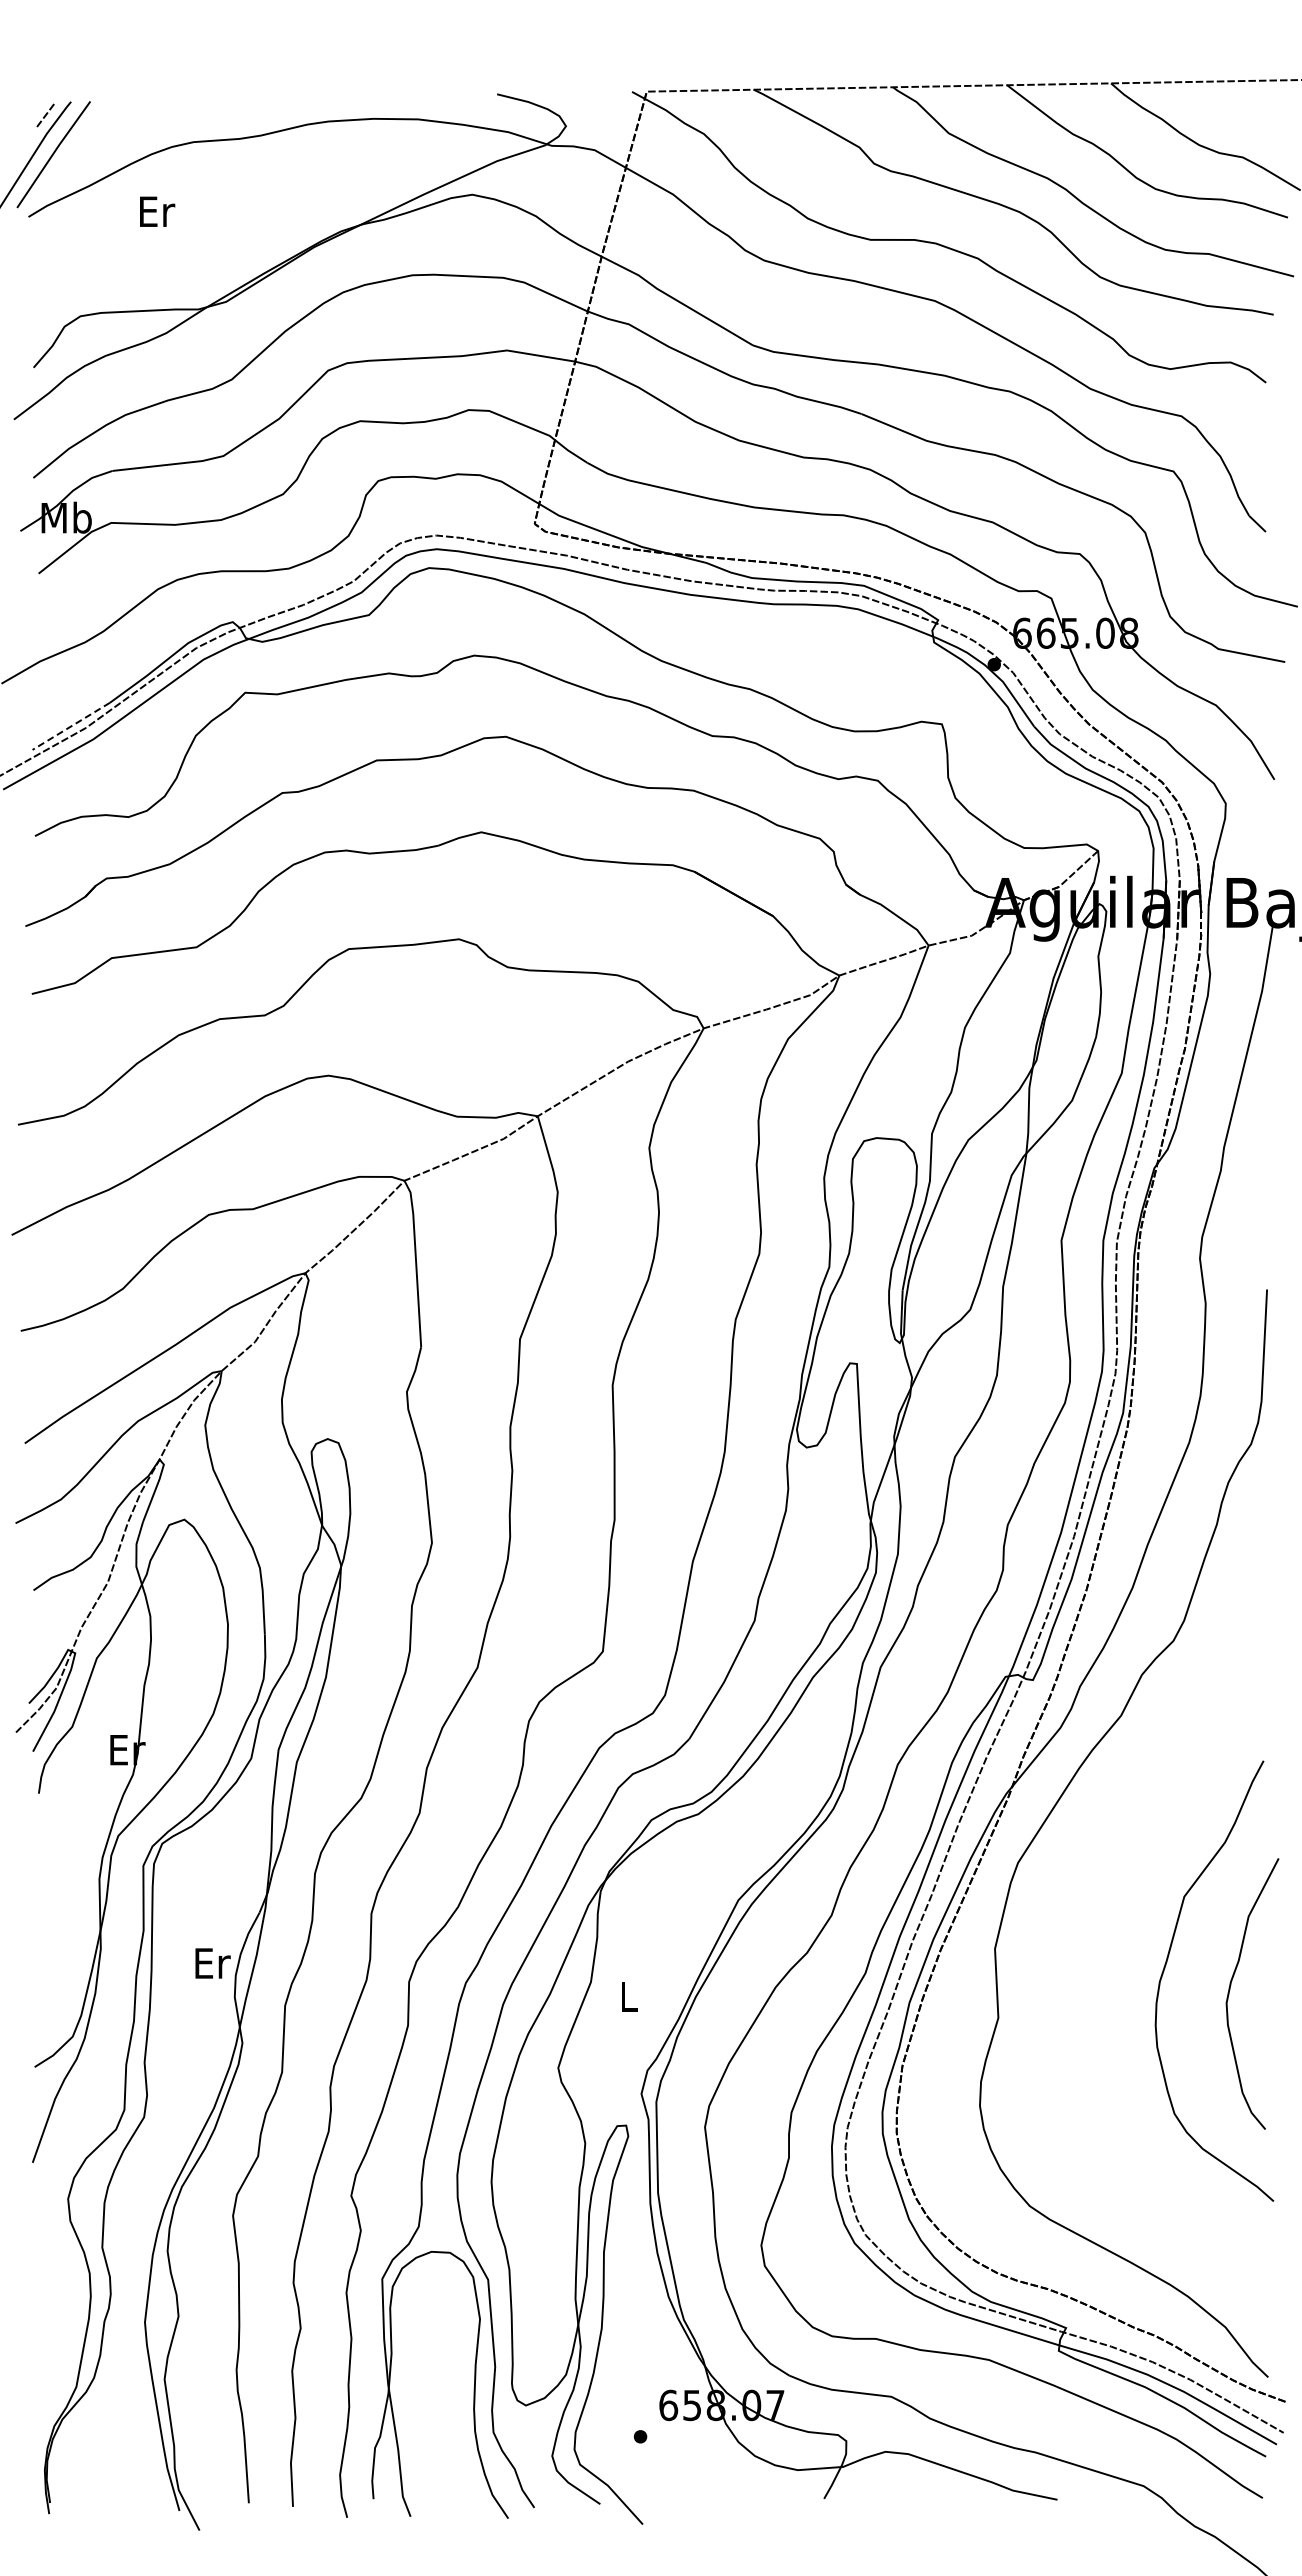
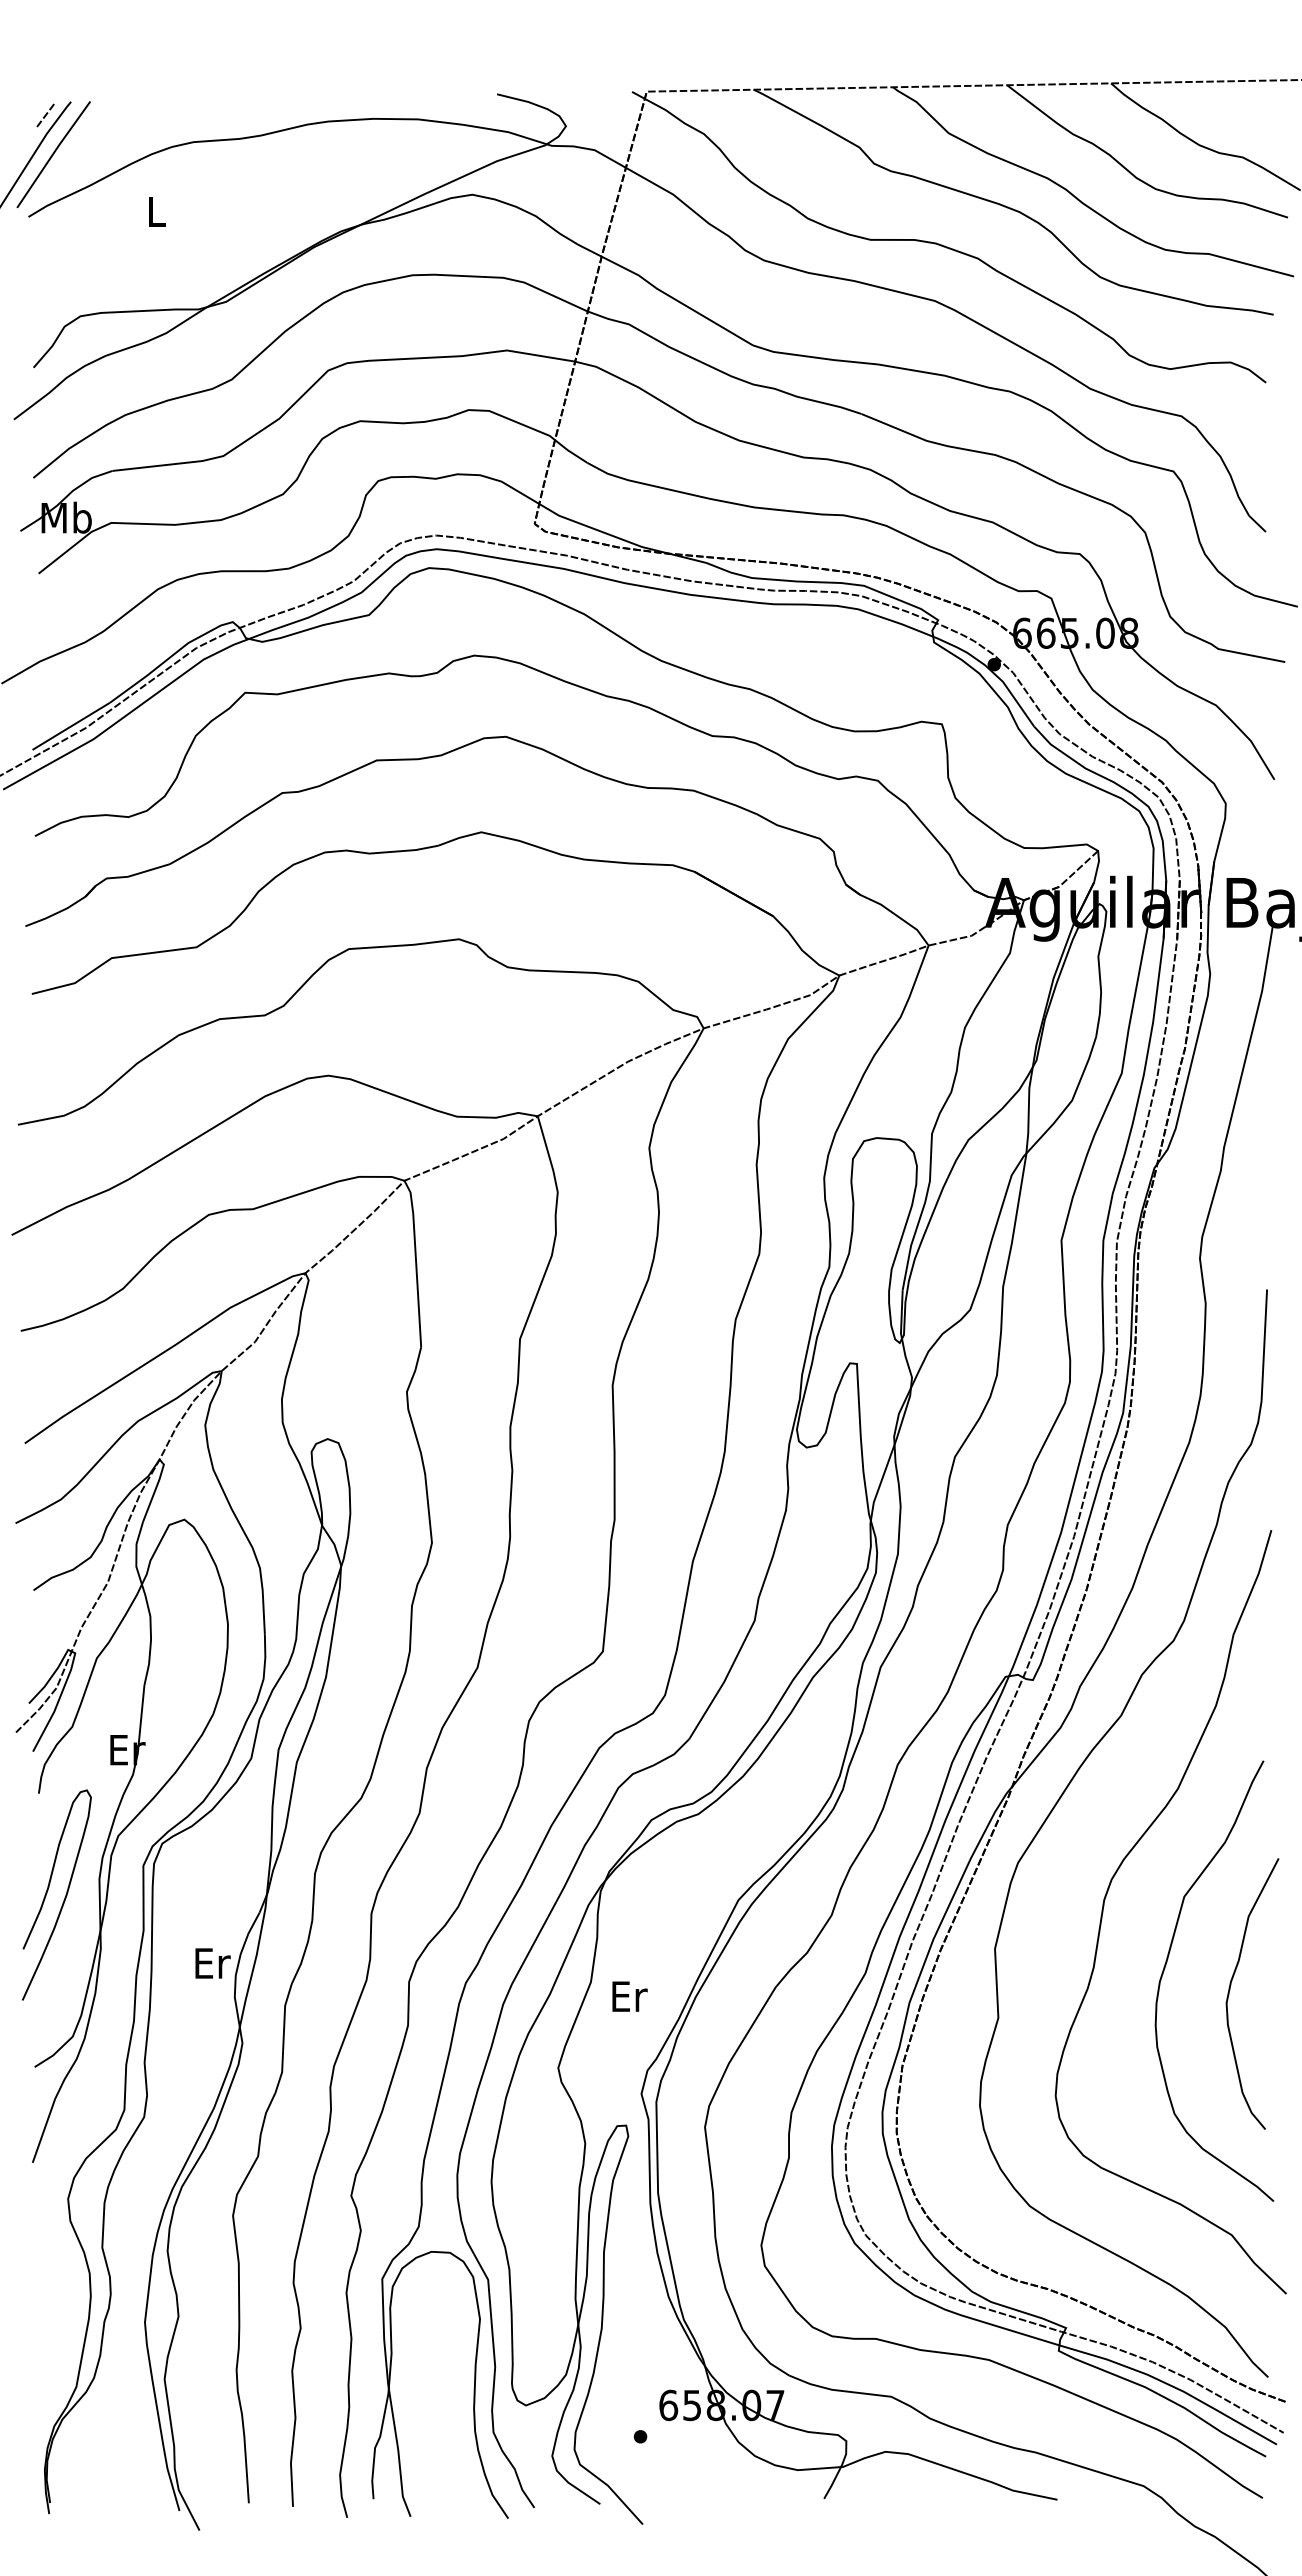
text at (157, 211): Er -> L
line at (70, 726): dashed -> solid
curve at (1110, 1886): none -> present
curve at (64, 1897): none -> present
text at (629, 1996): L -> Er
